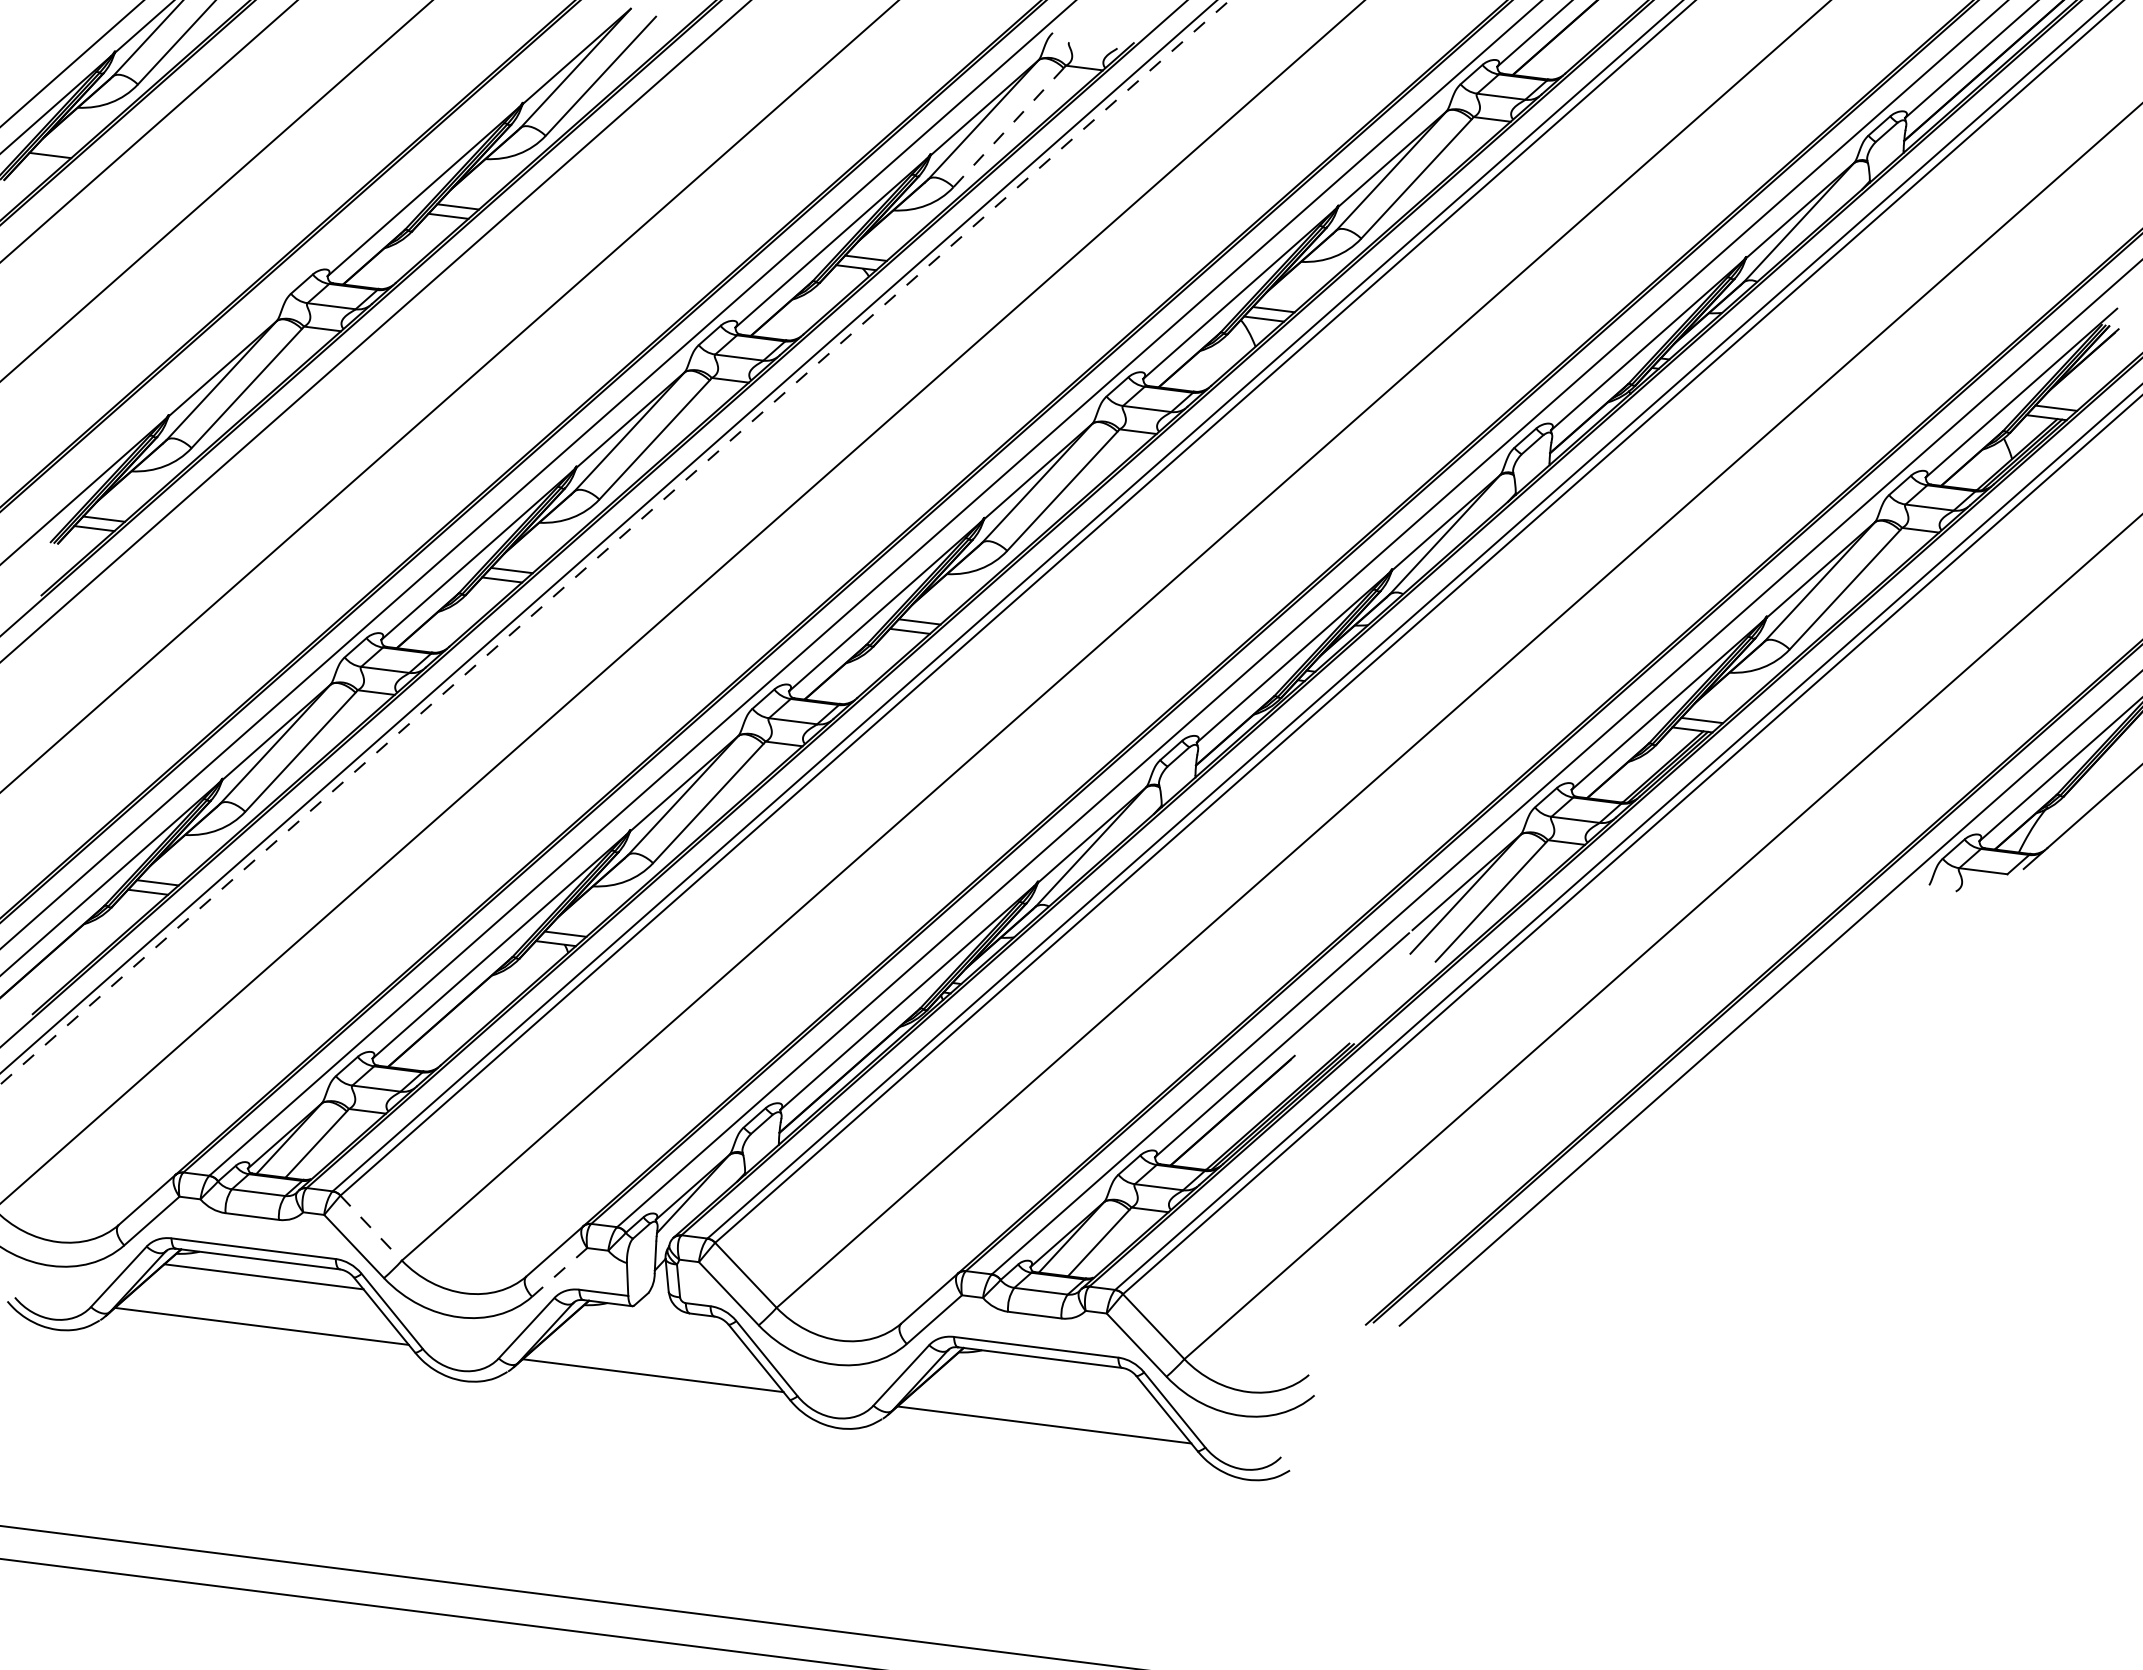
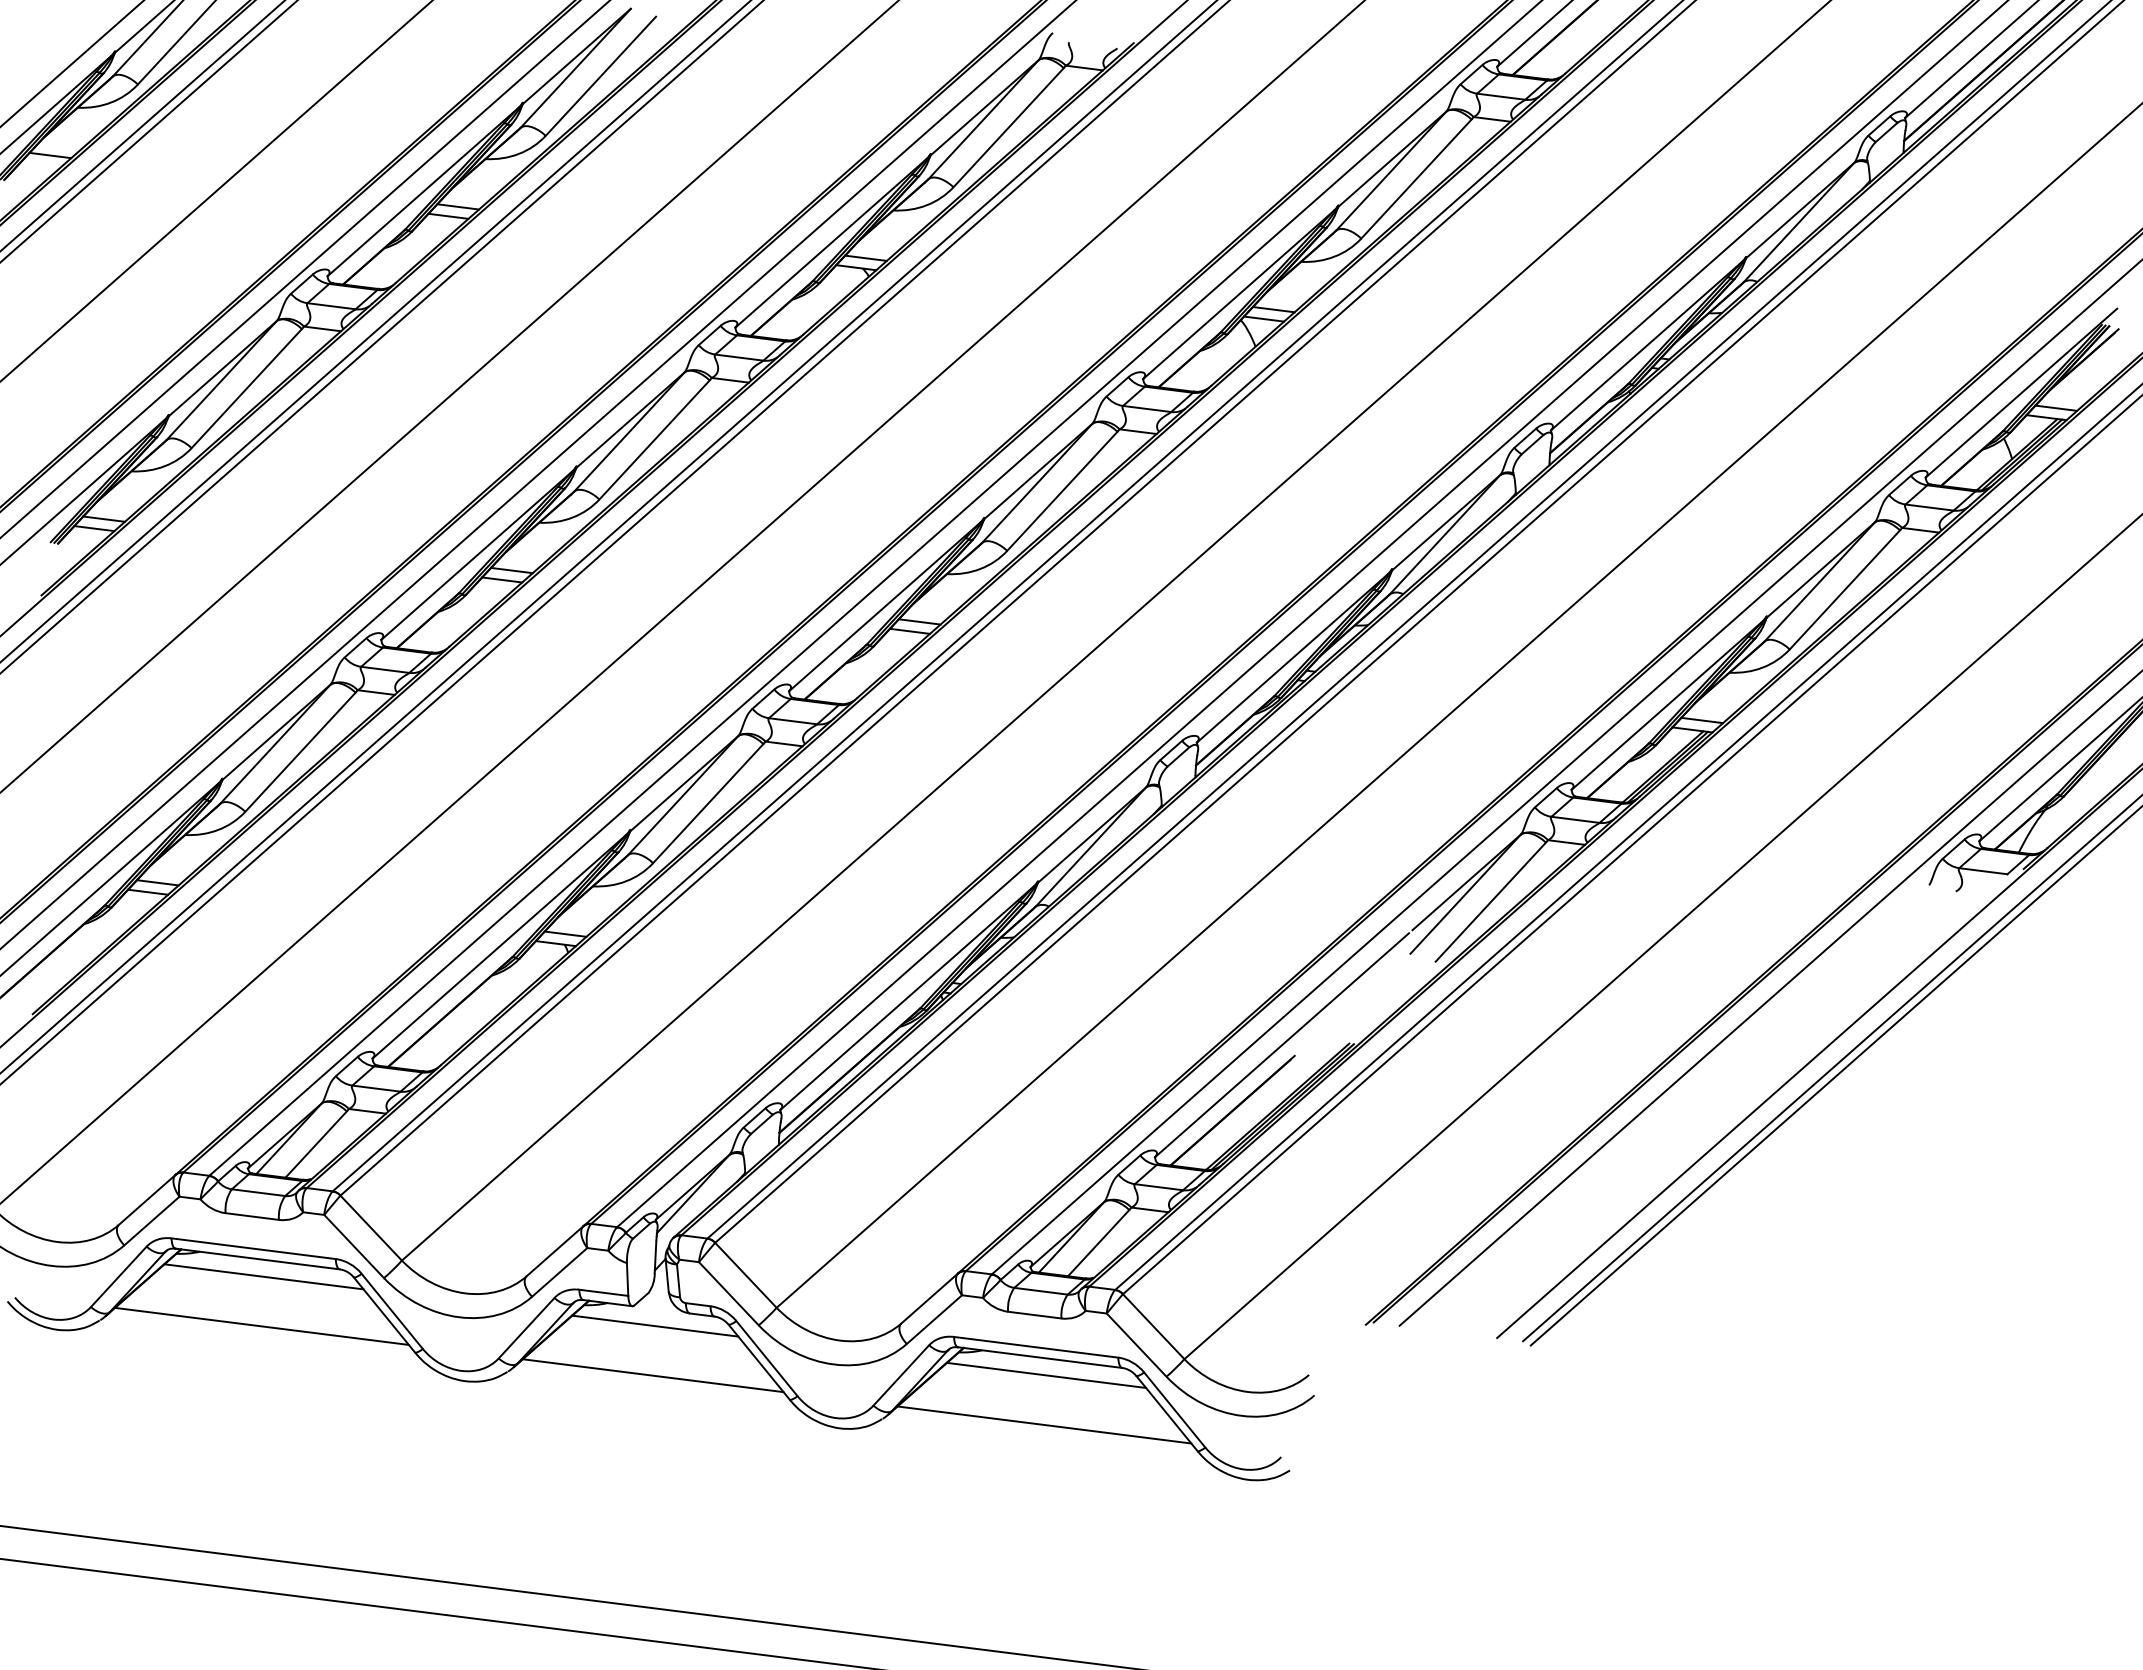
line at (142, 125): none -> present
line at (1008, 128): dashed -> solid
line at (305, 269): none -> present
line at (381, 337): none -> present
line at (615, 542): dashed -> solid
line at (1818, 1054): none -> present
line at (1831, 1069): none -> present
line at (1834, 1076): none -> present
line at (371, 1228): dashed -> solid
line at (559, 1272): dashed -> solid
line at (655, 1325): none -> present
line at (1046, 1374): none -> present
